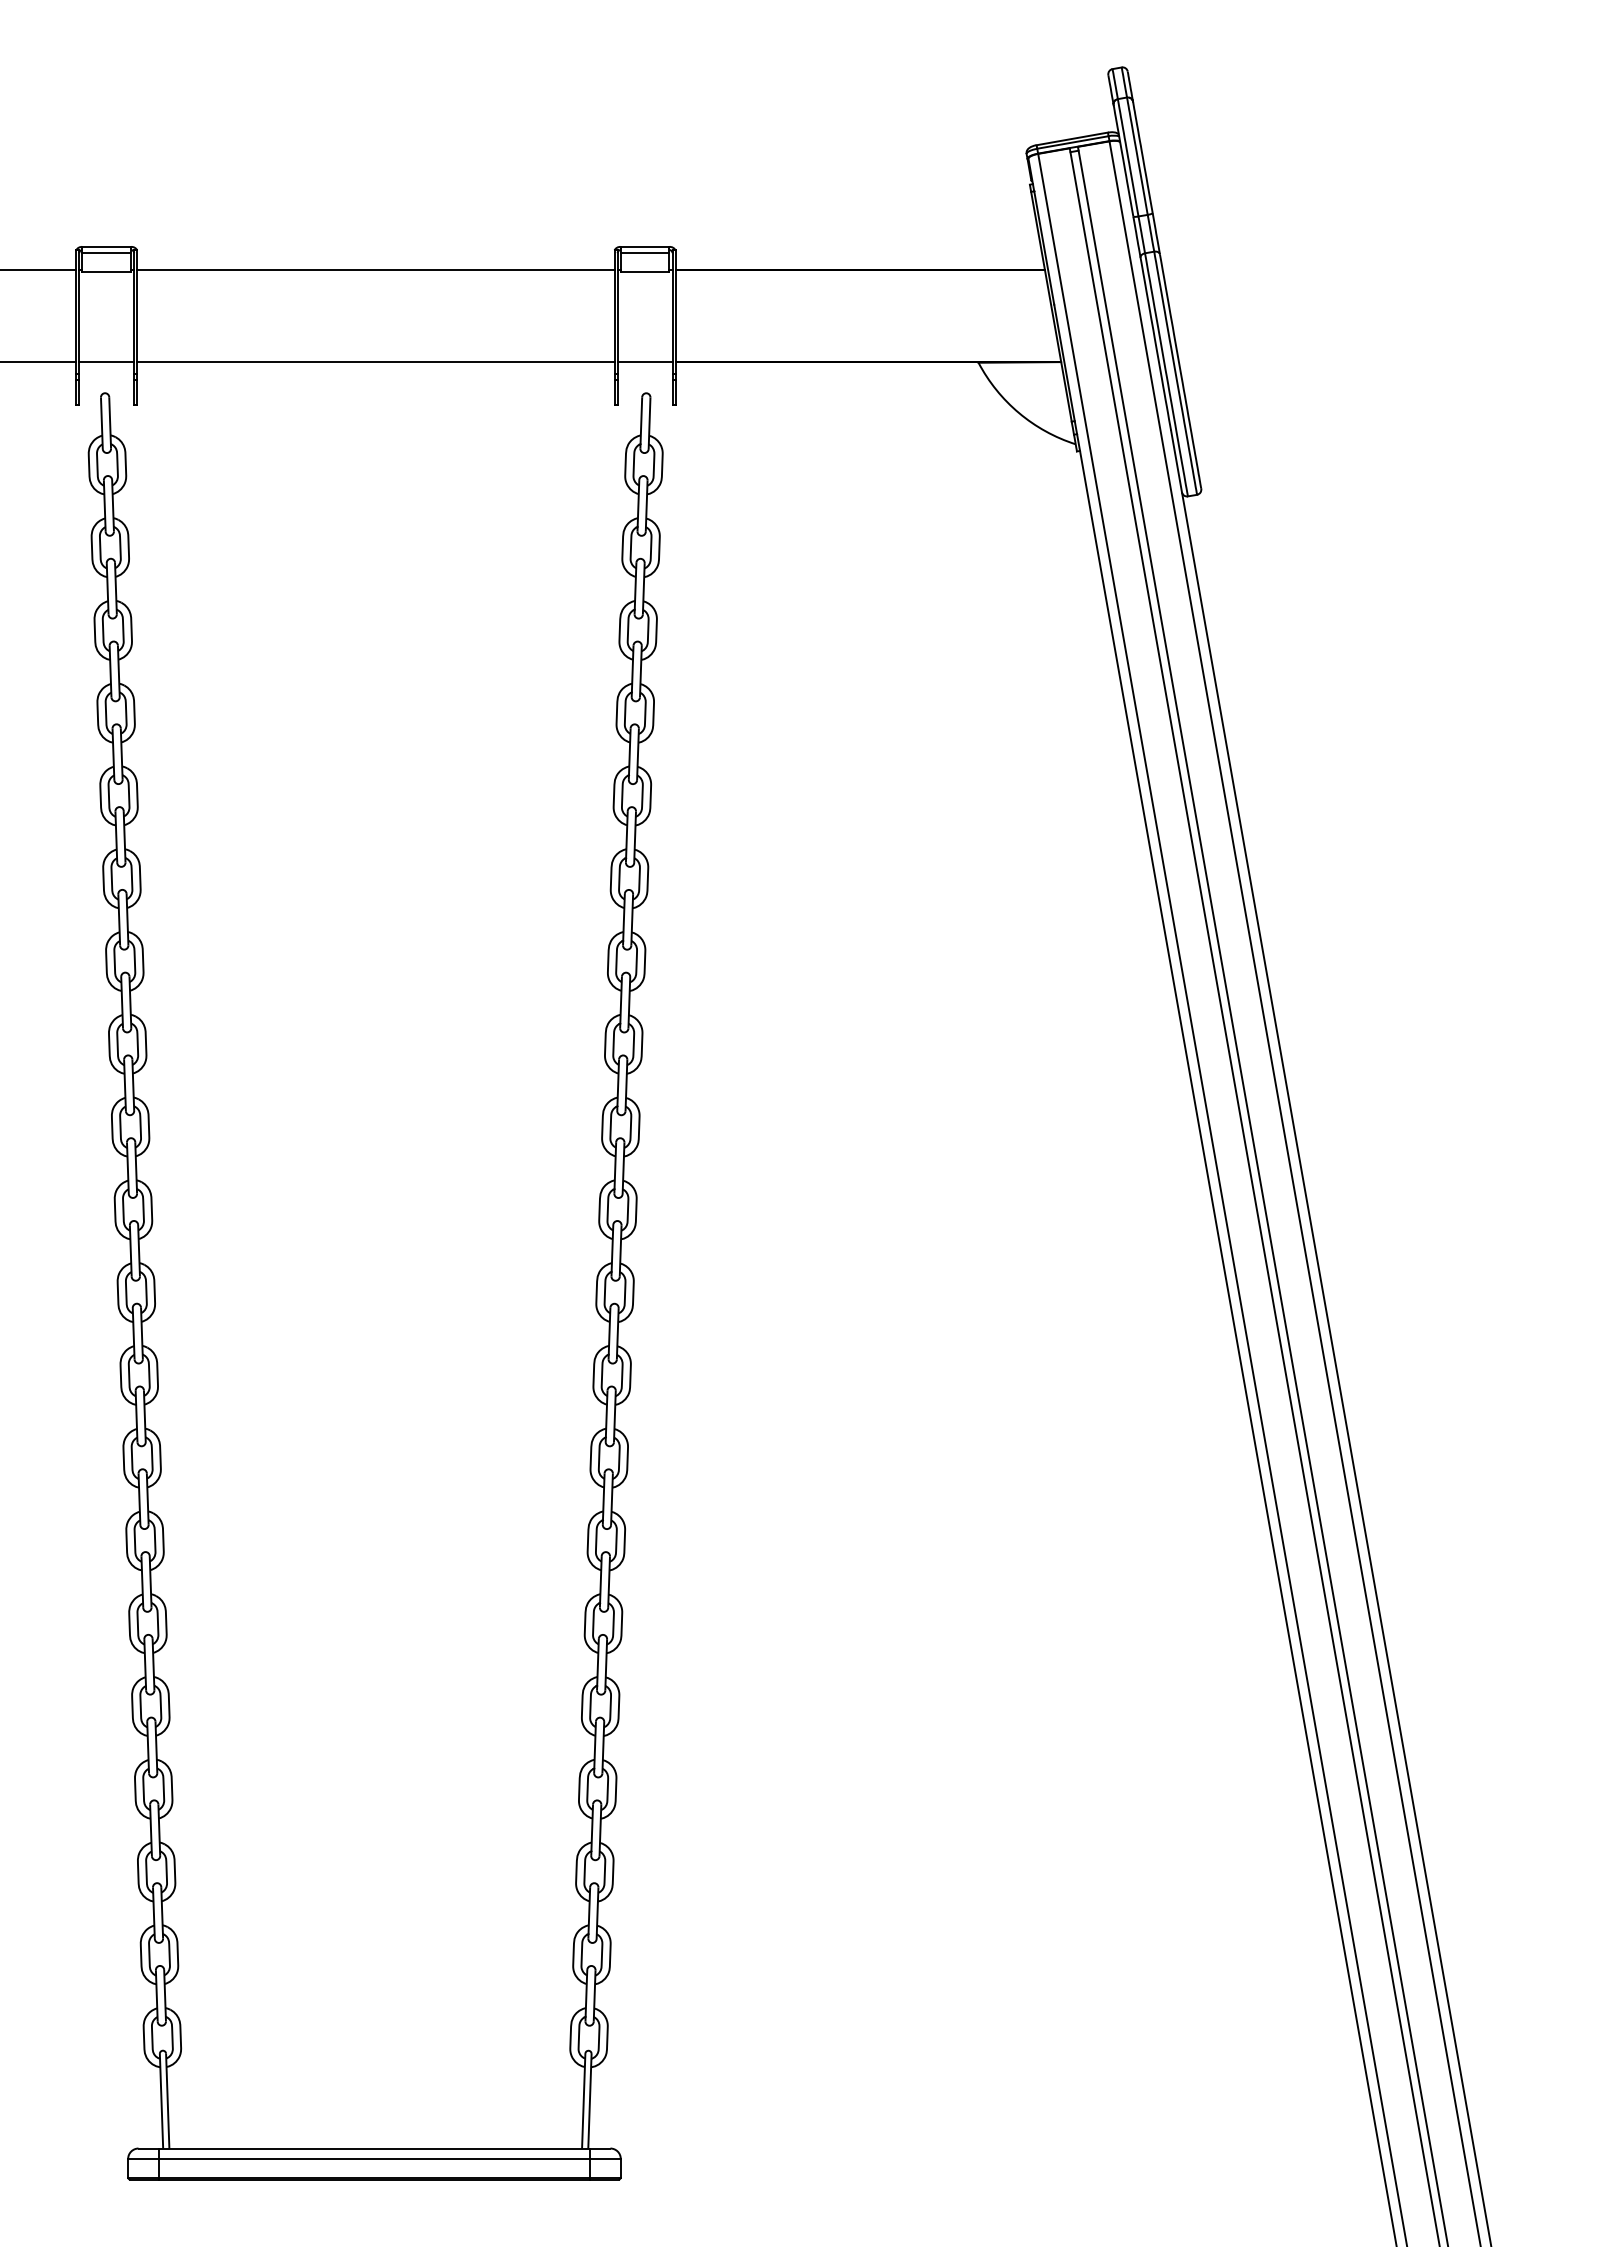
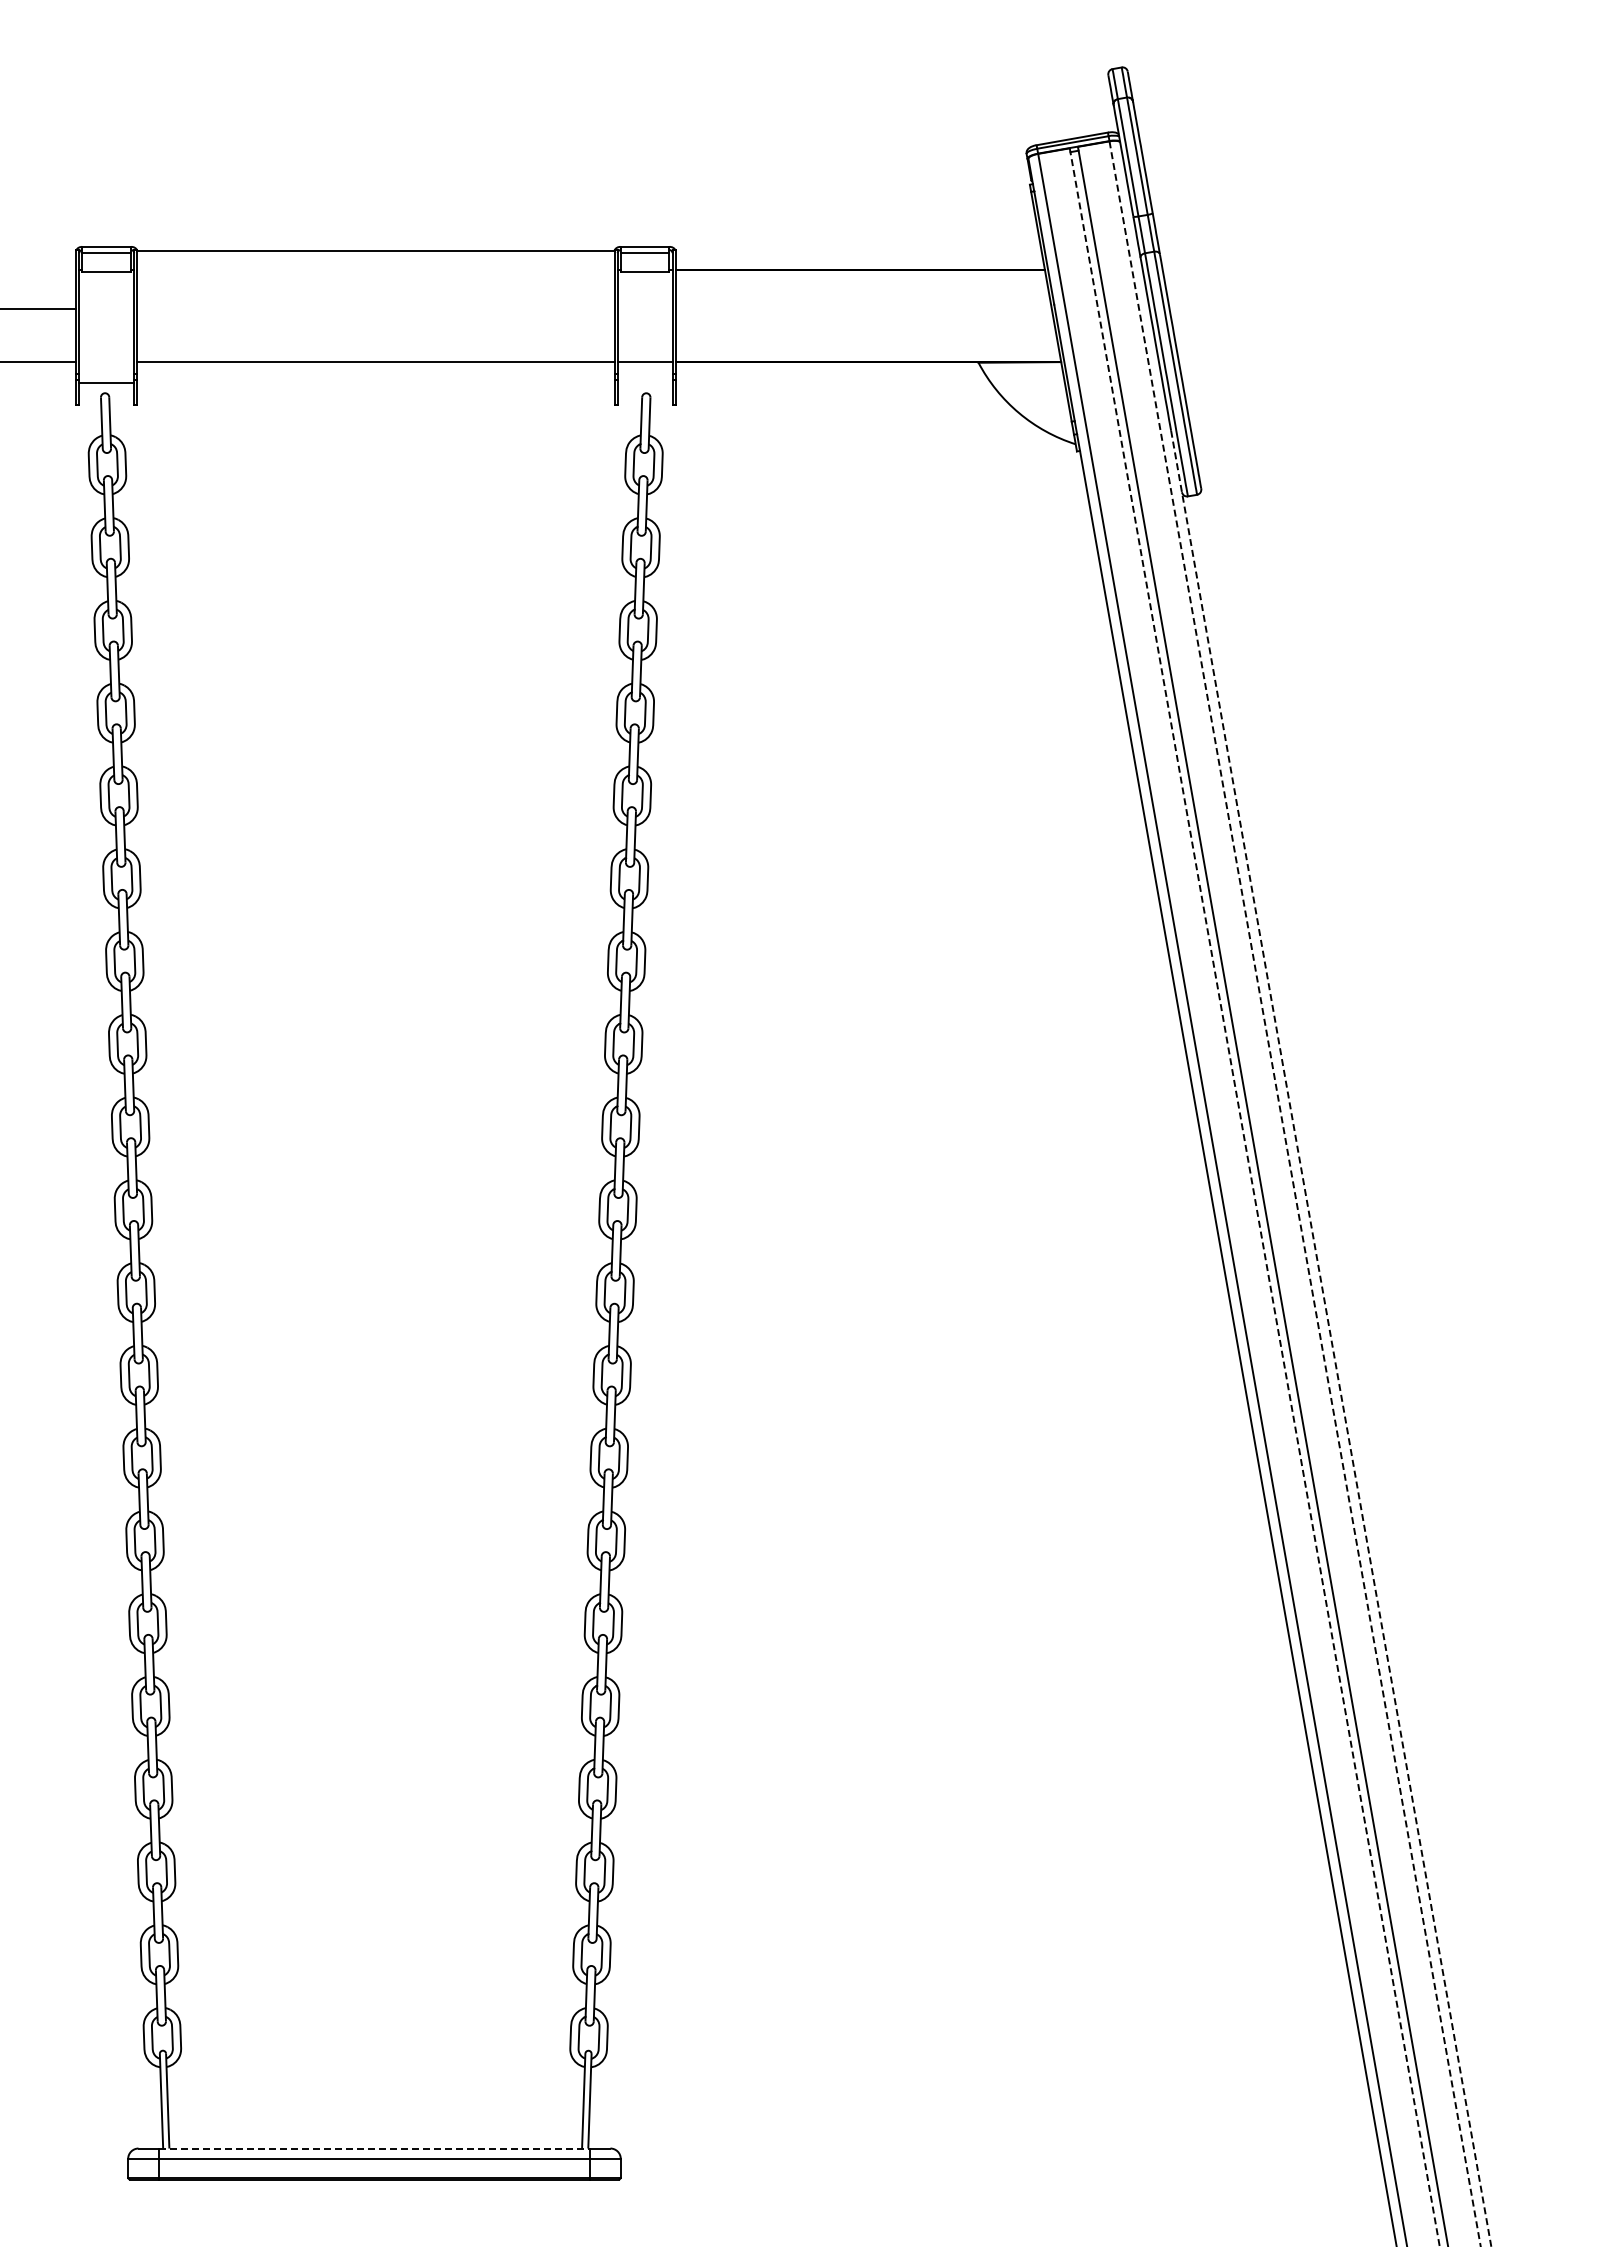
line at (39, 269) position: (39, 269) -> (39, 308)
line at (375, 269) position: (375, 269) -> (375, 250)
line at (106, 362) position: (106, 362) -> (106, 383)
line at (1295, 1194): solid -> dashed
line at (1254, 1198): solid -> dashed
line at (1331, 1338): solid -> dashed
line at (374, 2148): solid -> dashed
